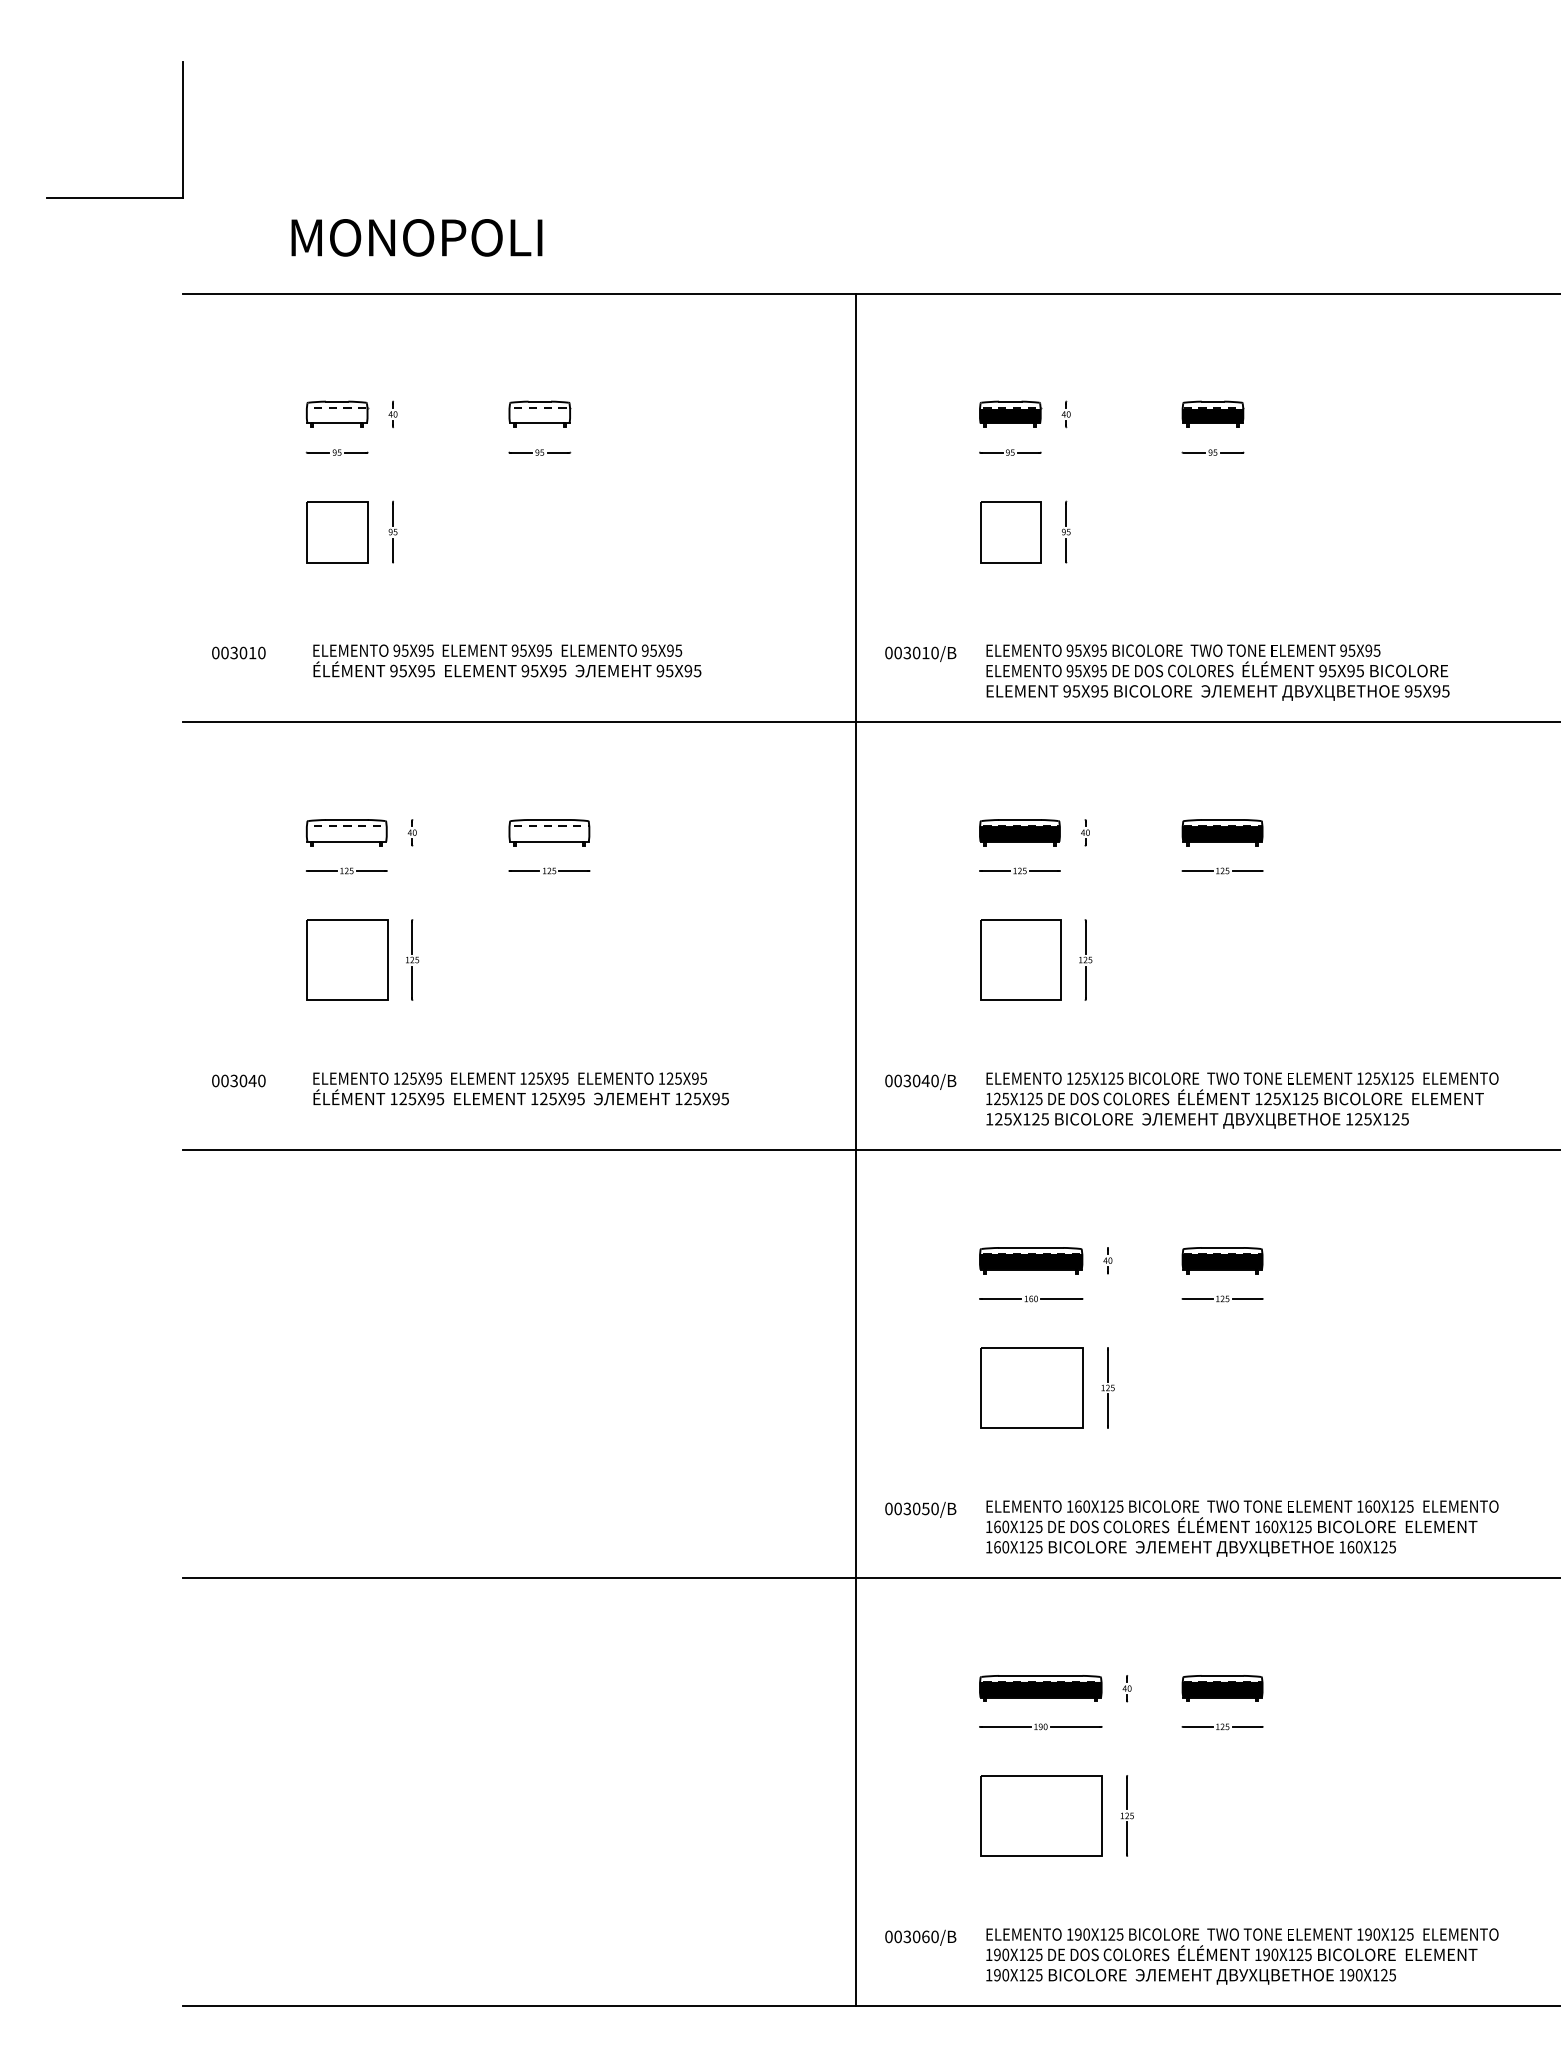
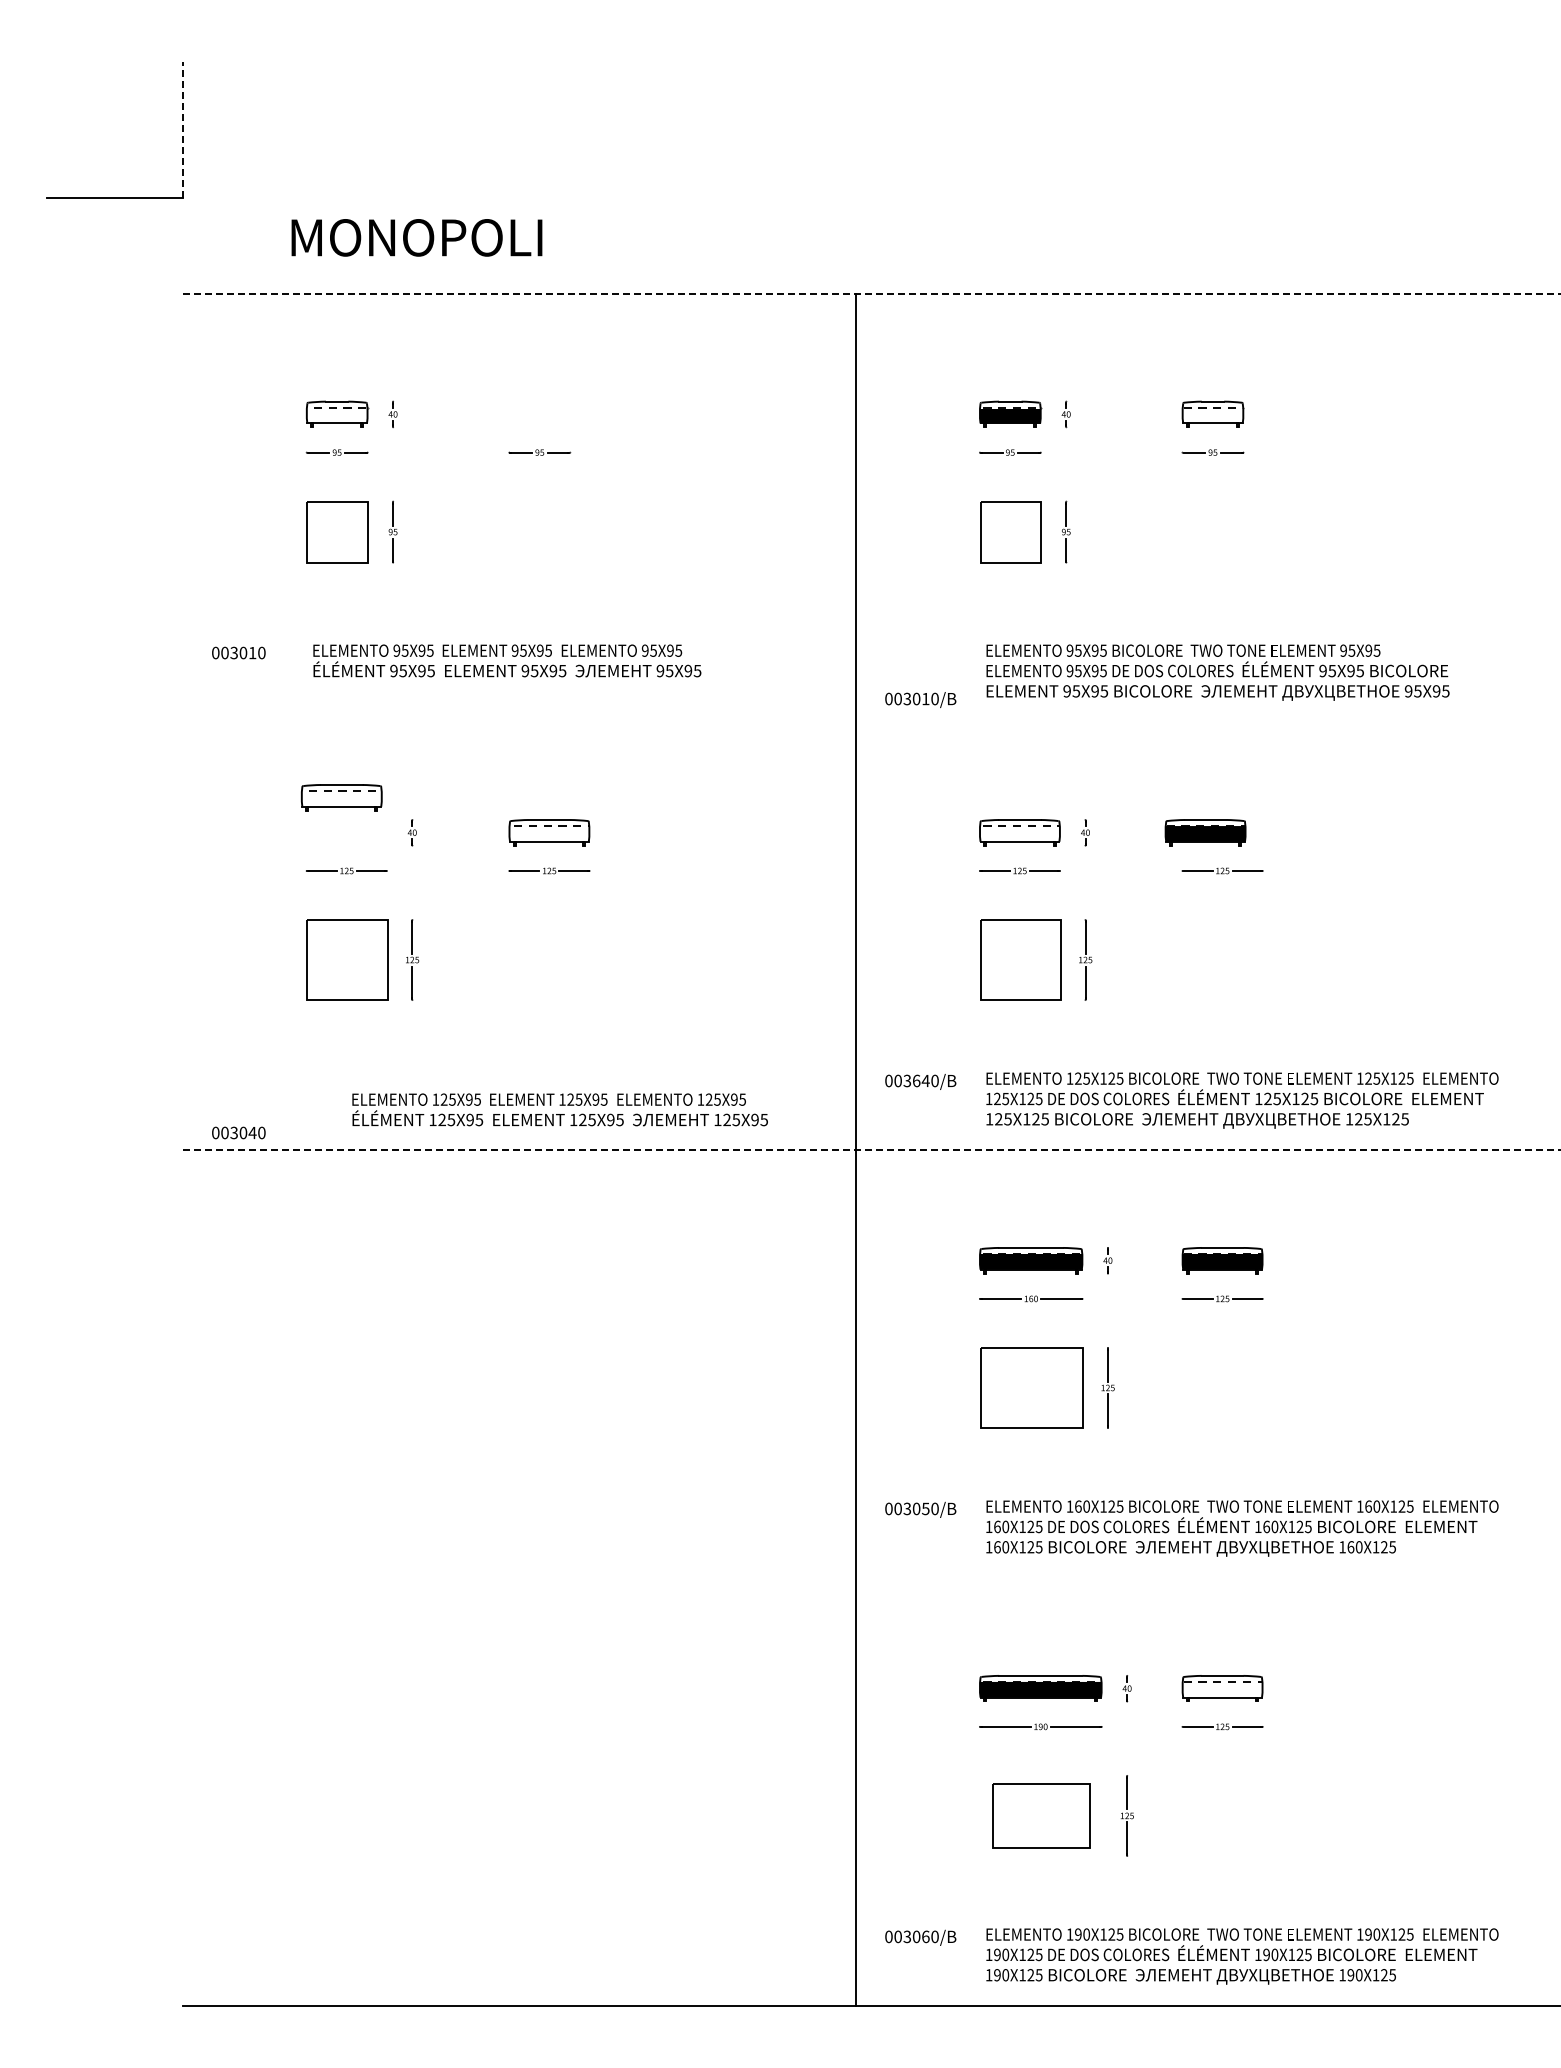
line at (182, 130): solid -> dashed
line at (871, 294): solid -> dashed
part at (539, 413): present -> none
fill at (1212, 416): present -> none
text at (920, 654) position: (920, 654) -> (920, 700)
line at (869, 722): present -> none
part at (346, 832) position: (346, 832) -> (341, 797)
part at (1222, 832) position: (1222, 832) -> (1205, 832)
fill at (1019, 833): present -> none
text at (238, 1080) position: (238, 1080) -> (238, 1132)
text at (916, 1080): 003040/B -> 003640/B
text at (520, 1088) position: (520, 1088) -> (559, 1109)
line at (871, 1150): solid -> dashed
line at (869, 1578): present -> none
fill at (1222, 1689): present -> none
part at (1041, 1815) size: 123x82 px -> 99x66 px
